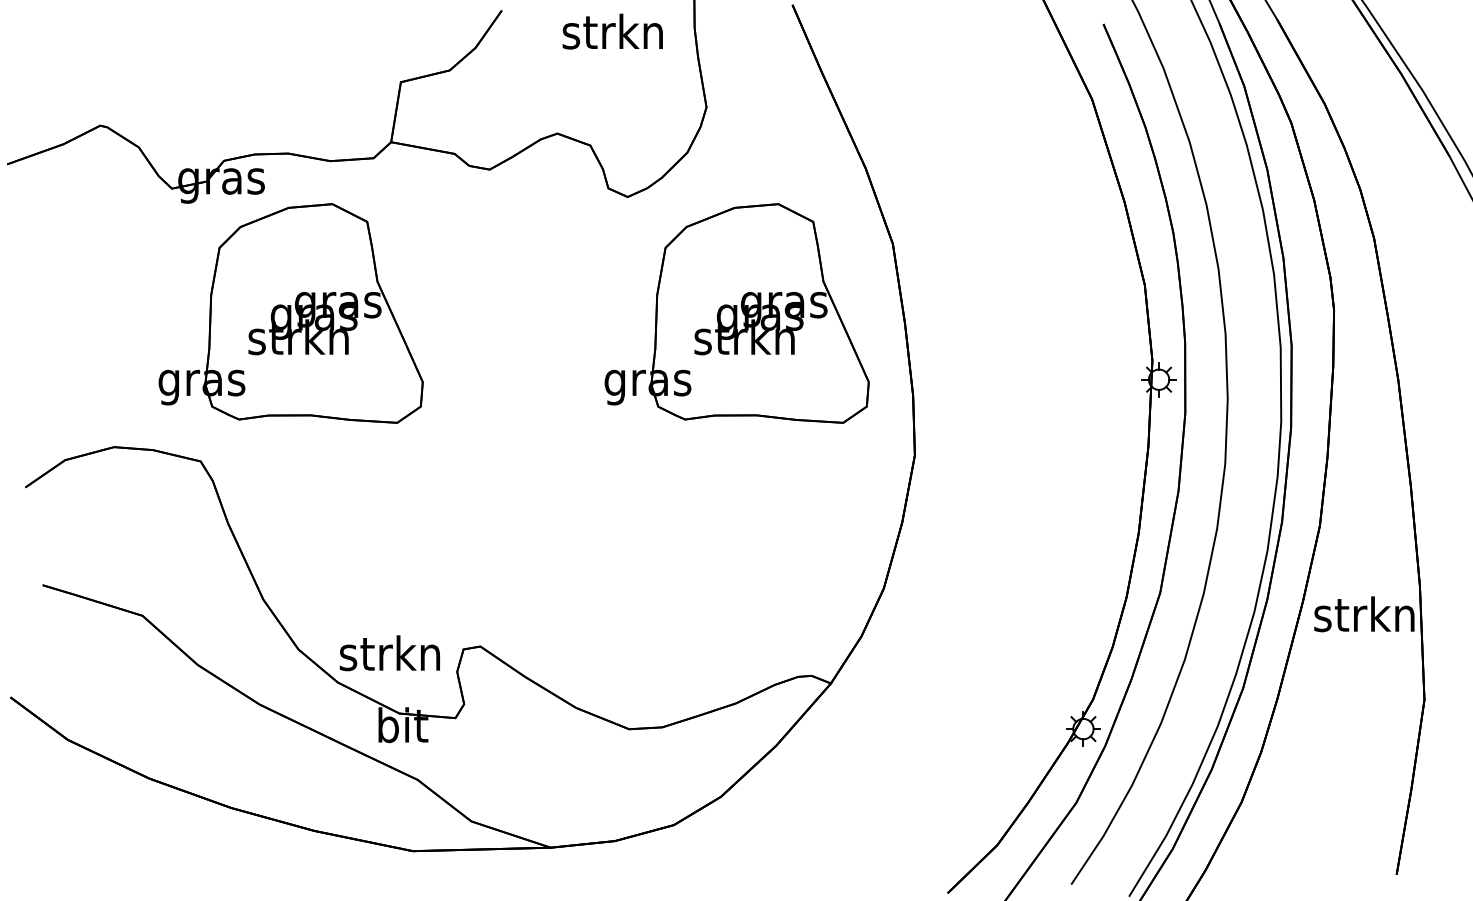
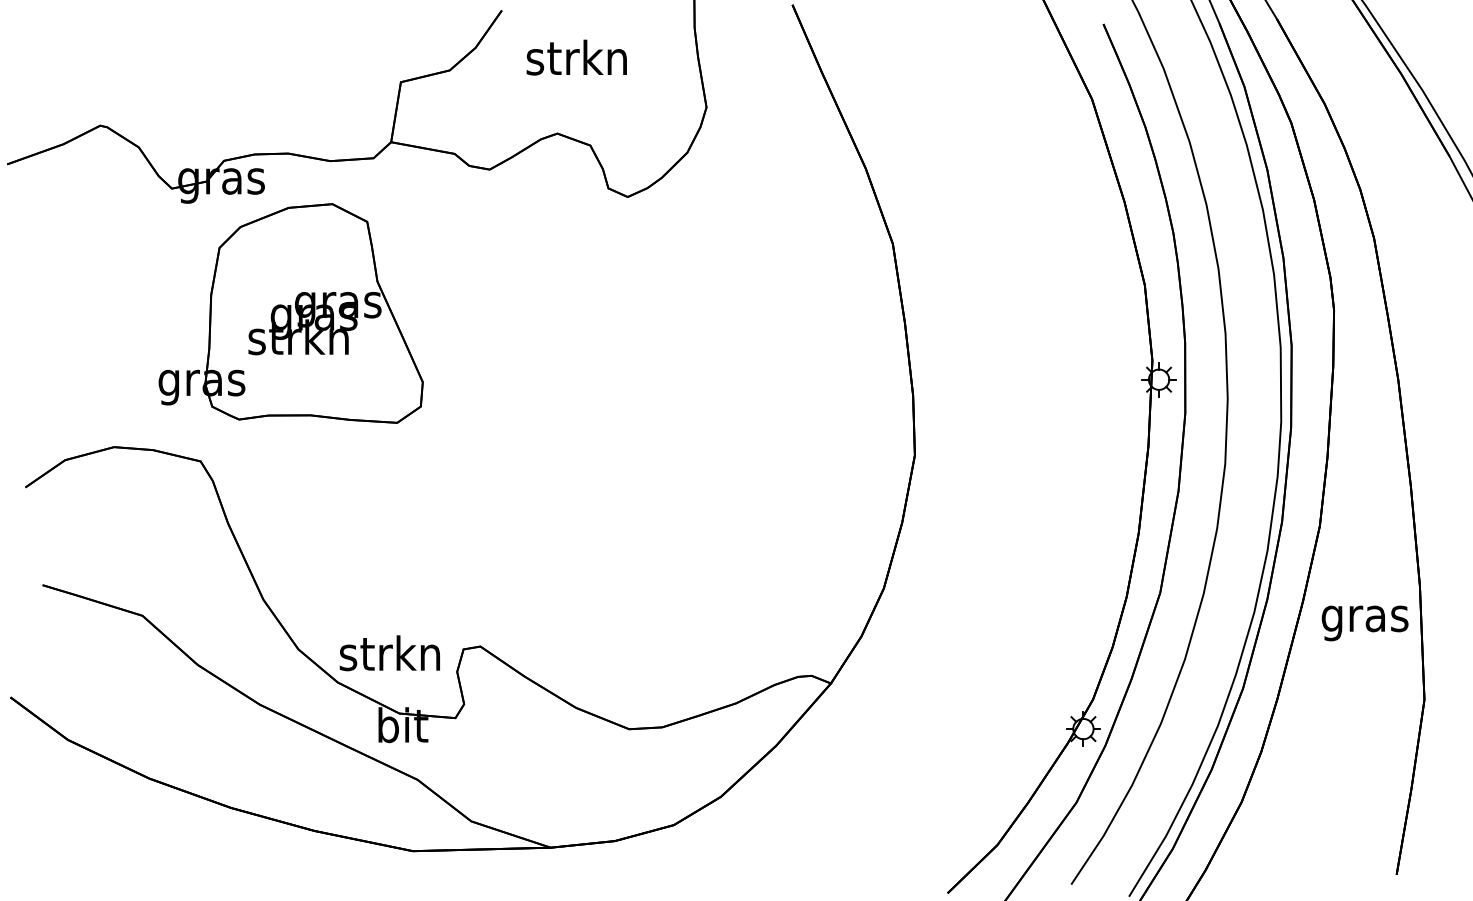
text at (612, 31) position: (612, 31) -> (576, 57)
part at (736, 313): present -> none
text at (1364, 618): strkn -> gras
